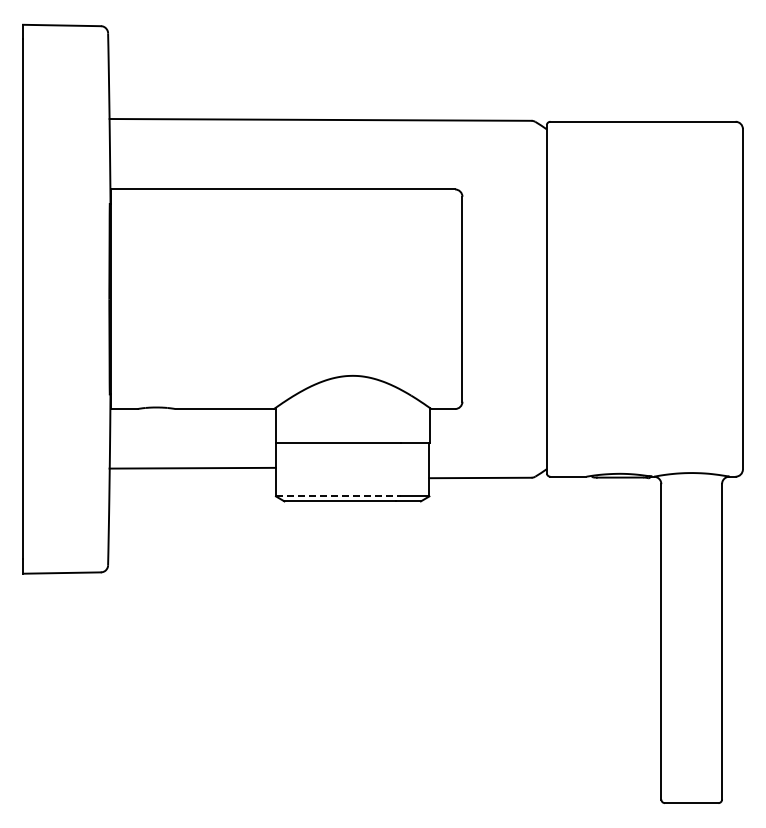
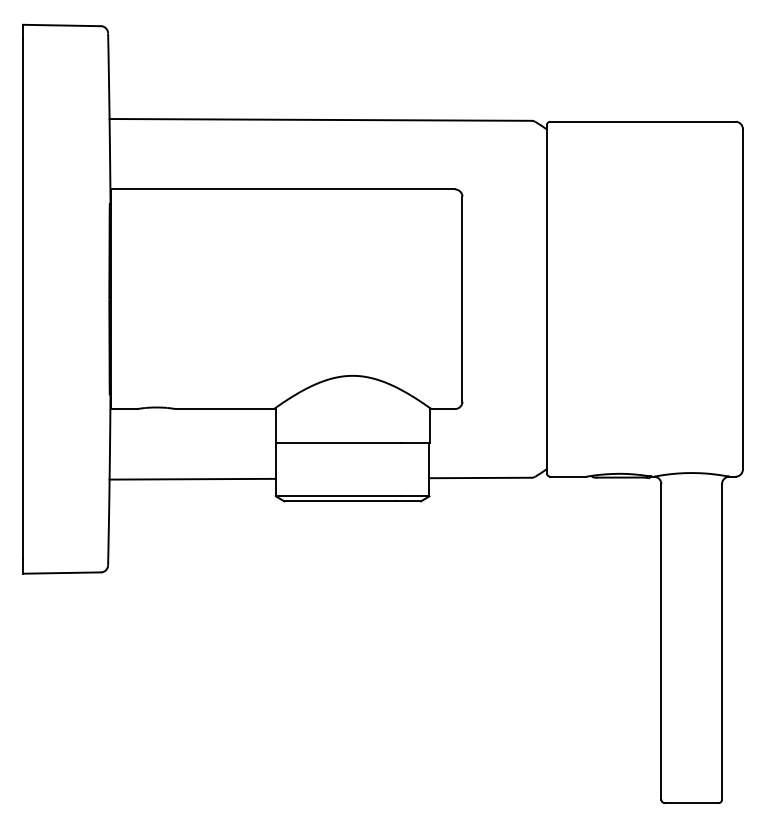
line at (192, 467) position: (192, 467) -> (192, 478)
line at (338, 496): dashed -> solid
